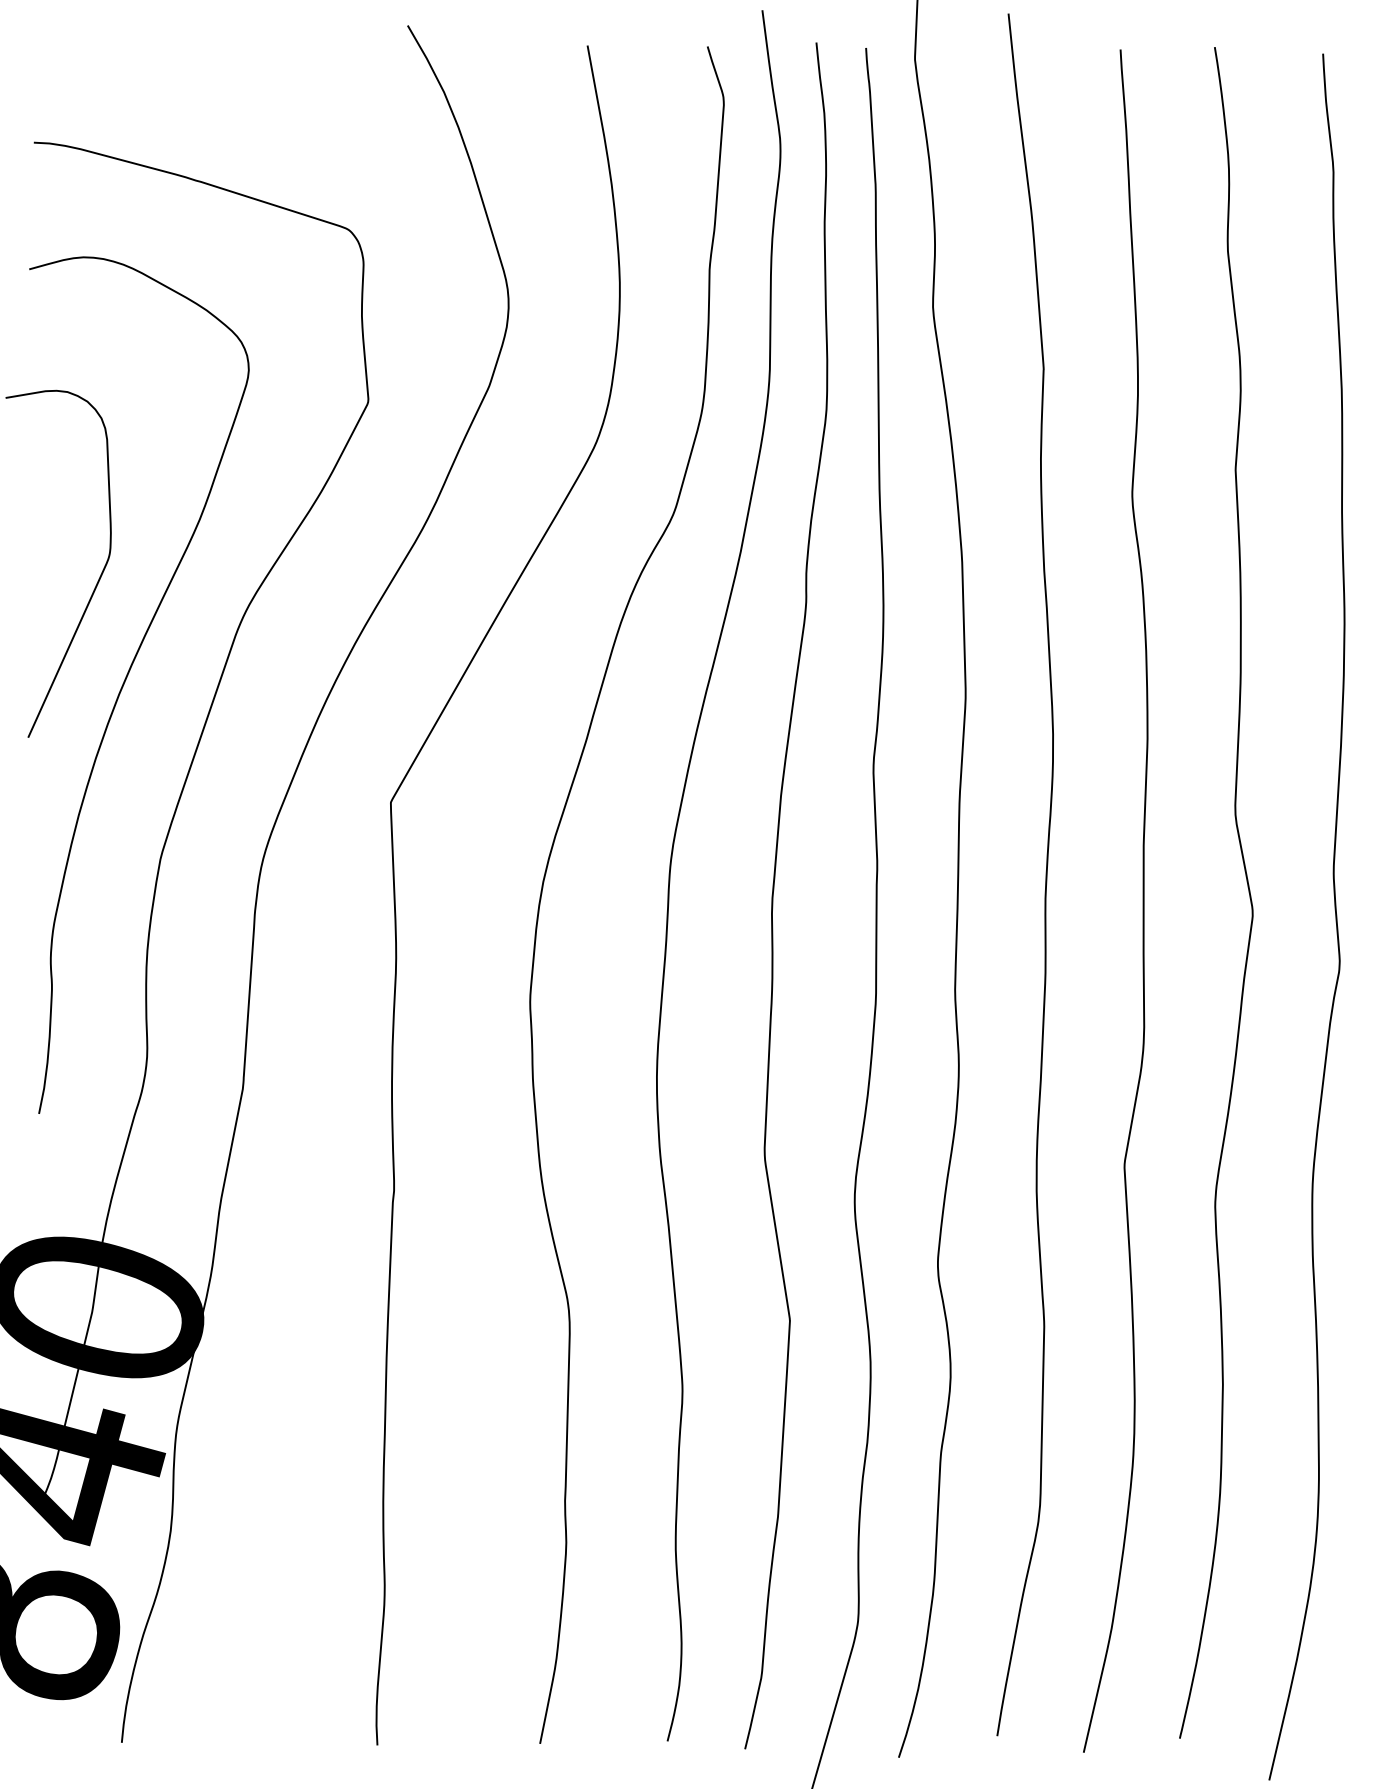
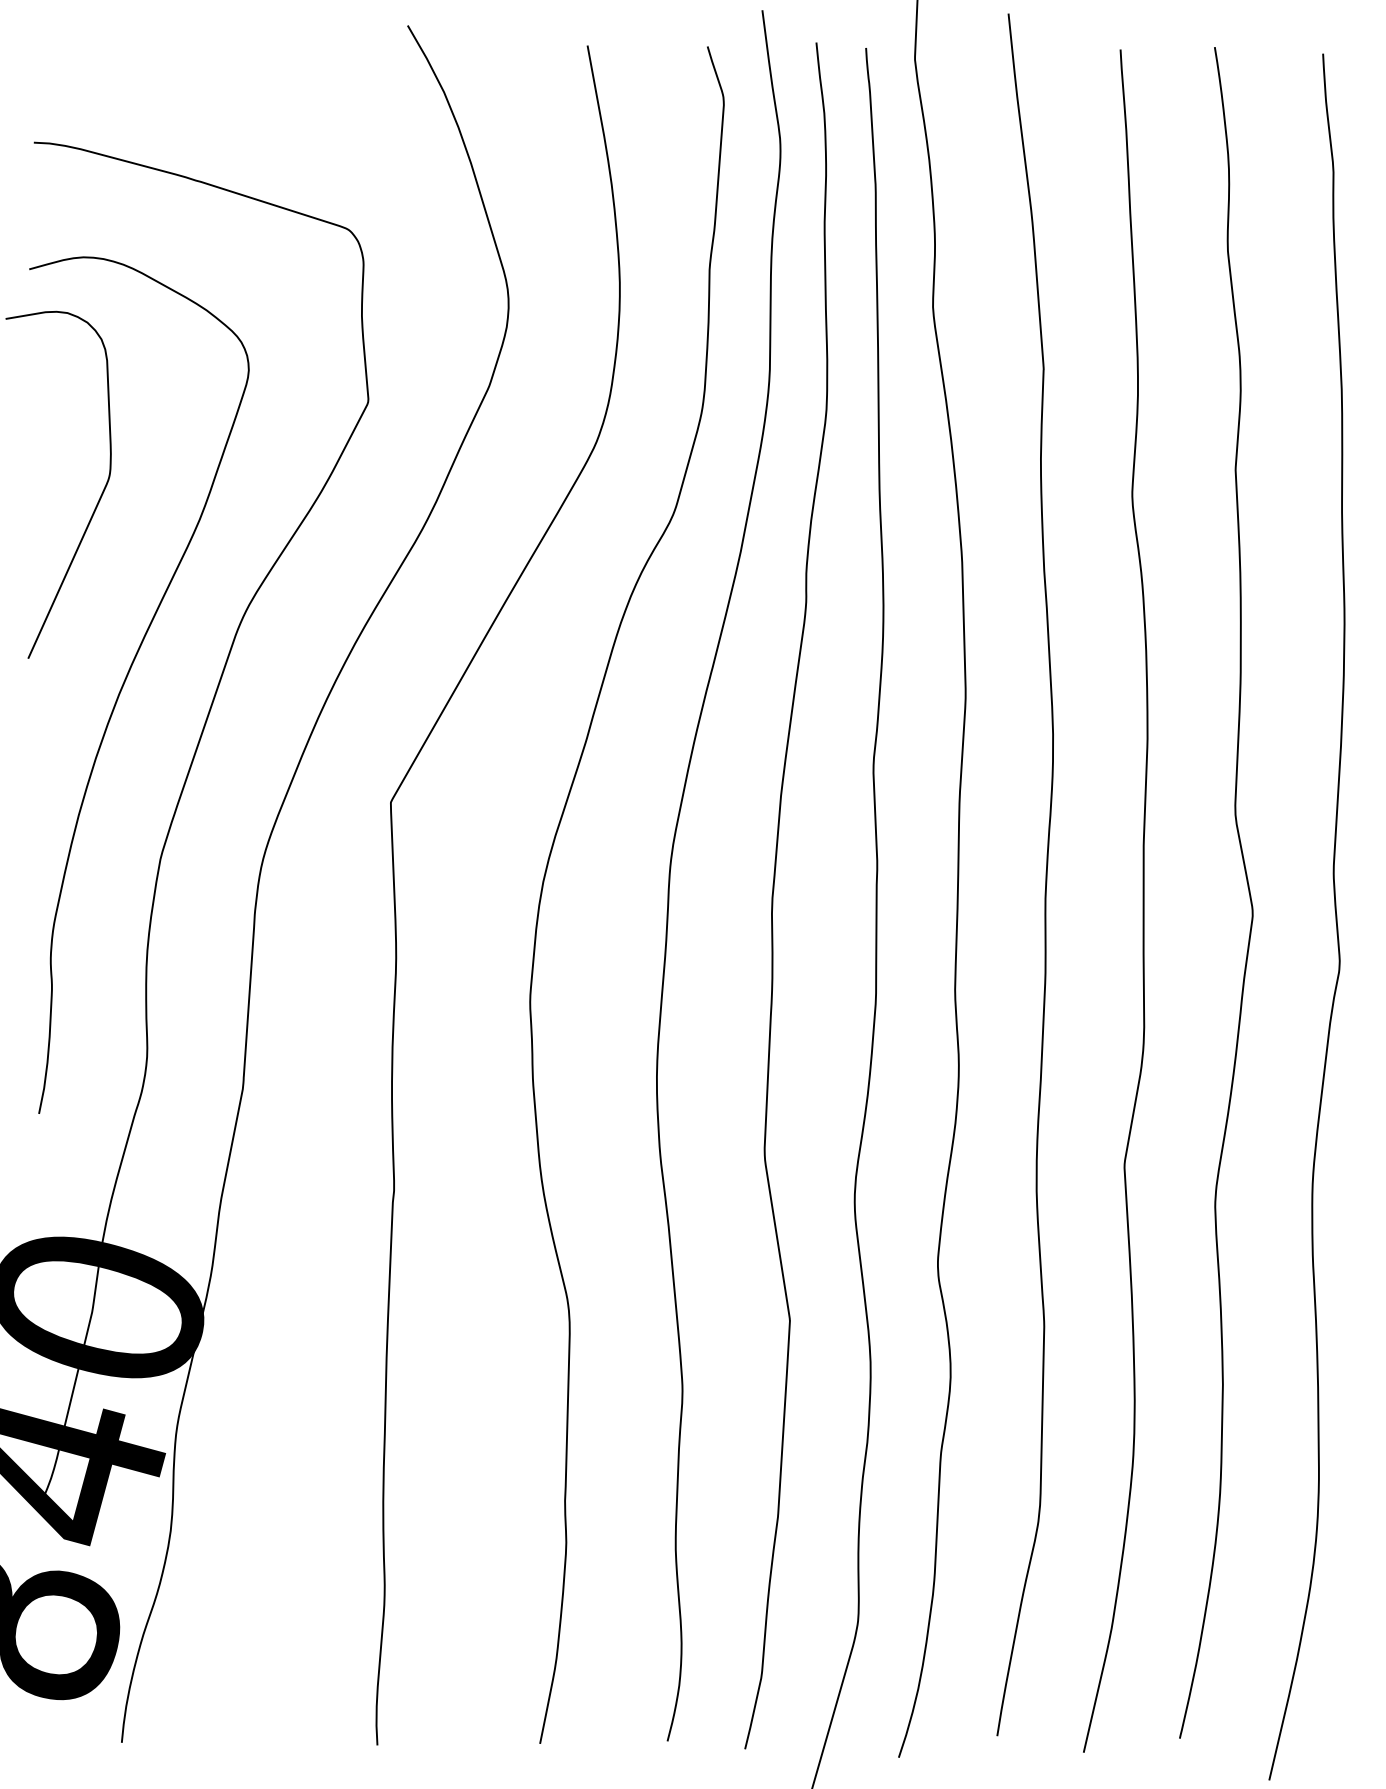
curve at (98, 578) position: (98, 578) -> (98, 499)
